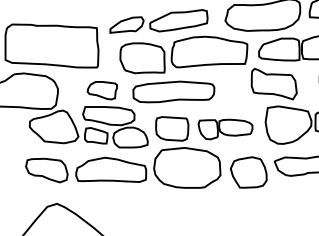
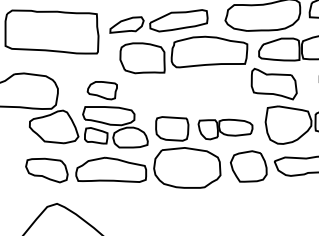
part at (51, 45) position: (51, 45) -> (51, 31)
part at (173, 91): present -> none
part at (248, 172) position: (248, 172) -> (248, 166)
